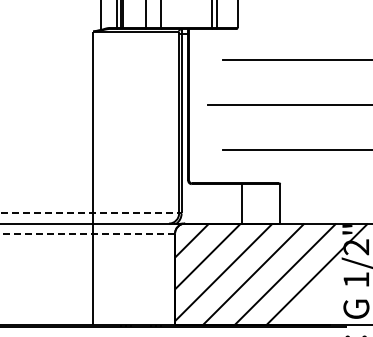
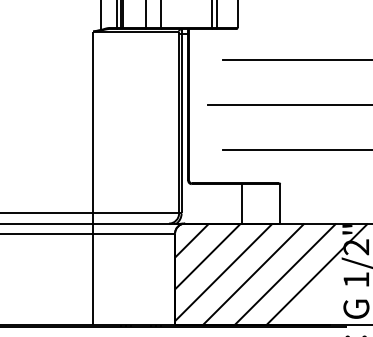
line at (90, 213): dashed -> solid
line at (87, 233): dashed -> solid
